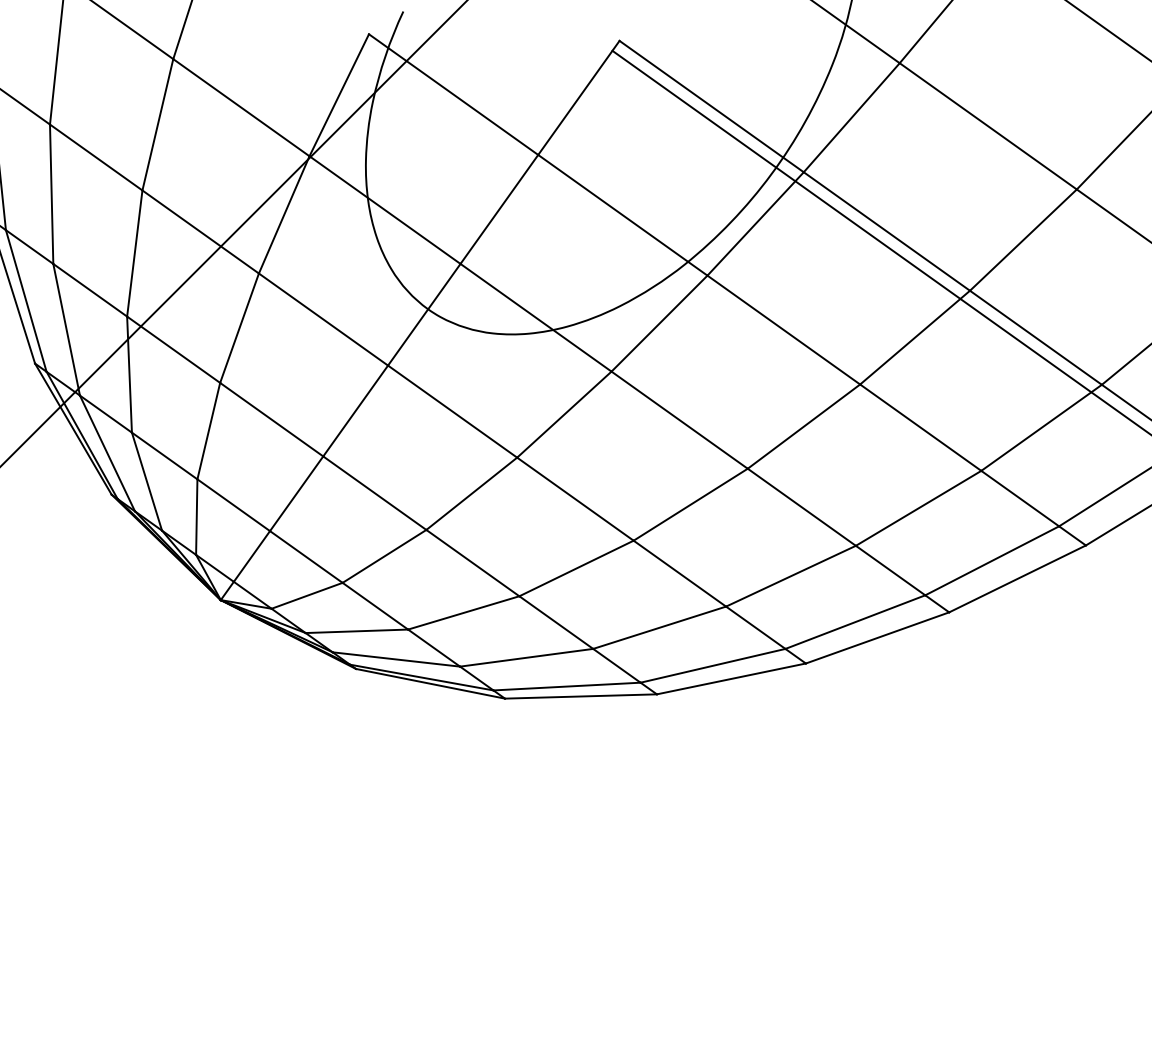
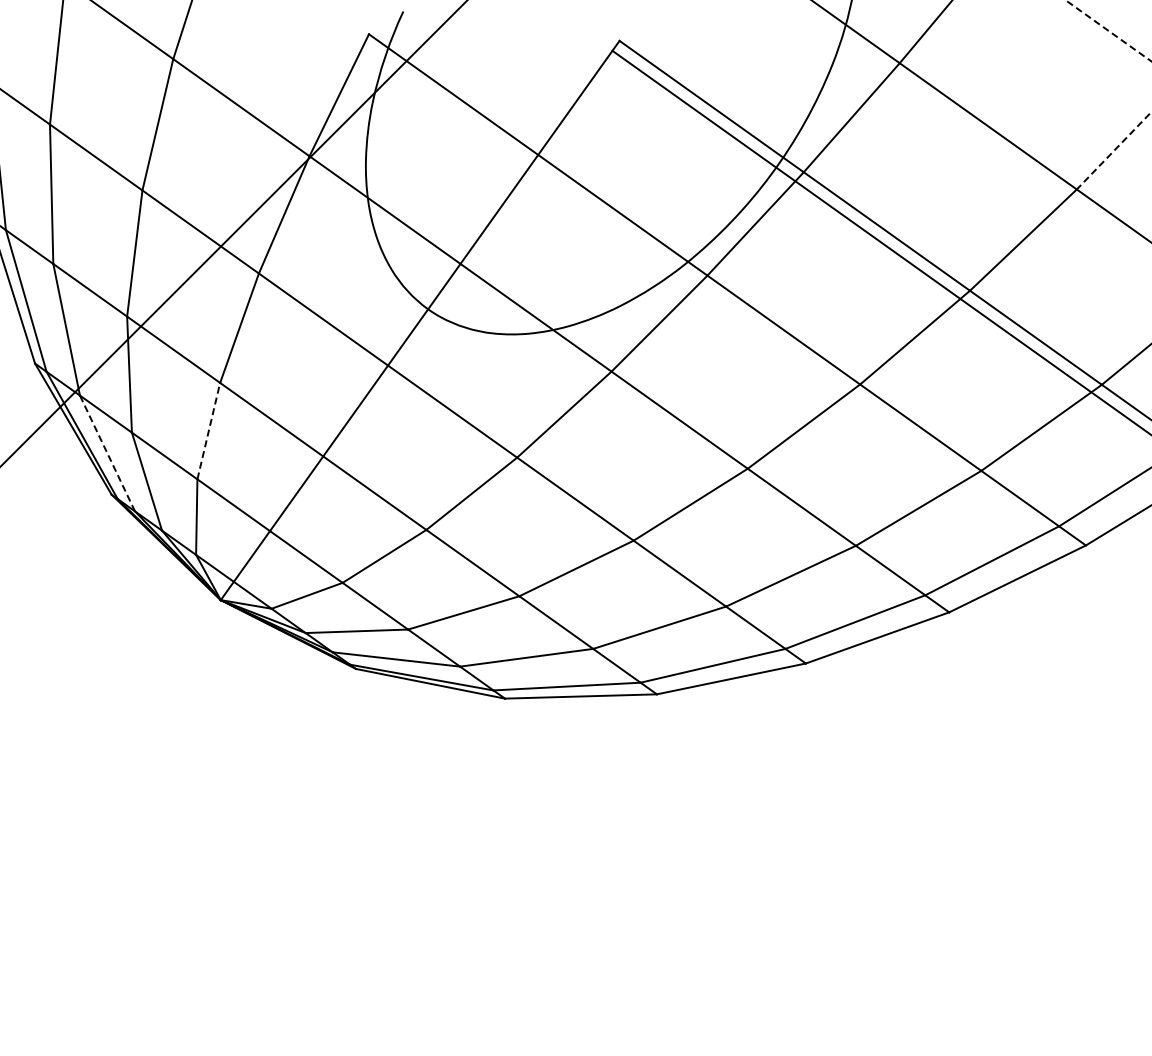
line at (1108, 30): solid -> dashed
line at (1114, 150): solid -> dashed
line at (208, 431): solid -> dashed
line at (107, 453): solid -> dashed
